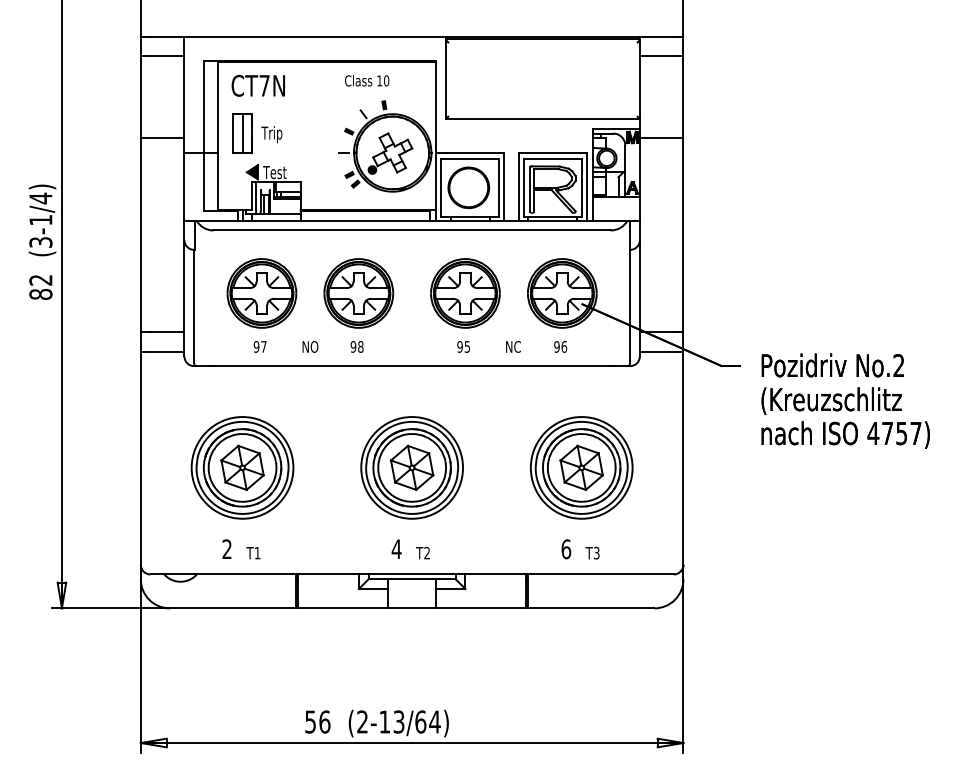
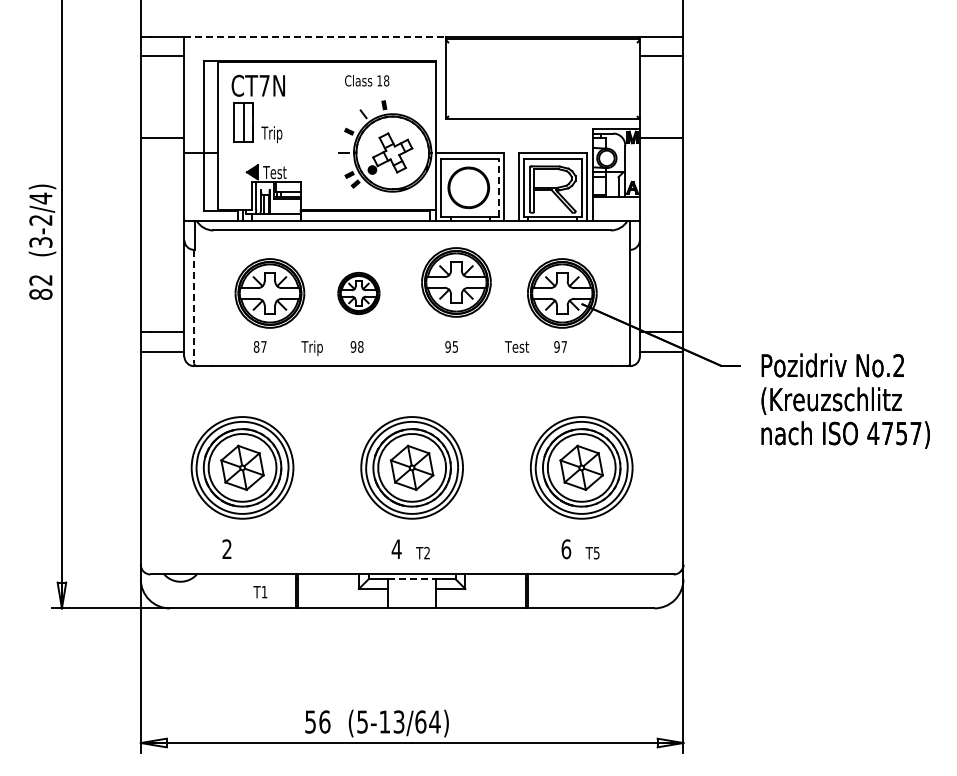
line at (315, 36): solid -> dashed
text at (386, 80): 10 -> 18
part at (242, 133) position: (242, 133) -> (243, 122)
line at (499, 187): solid -> dashed
text at (40, 220): (3-1/4) -> (3-2/4)
part at (261, 293) position: (261, 293) -> (269, 293)
part at (358, 293) size: 72x71 px -> 44x43 px
part at (465, 293) position: (465, 293) -> (456, 282)
line at (194, 306): solid -> dashed
text at (256, 346): 97 -> 87
text at (463, 346) position: (463, 346) -> (451, 346)
text at (517, 346): NC -> Test
text at (564, 346): 96 -> 97
text at (311, 347): NO -> Trip
text at (596, 552): T3 -> T5
text at (253, 553) position: (253, 553) -> (260, 592)
line at (412, 579): solid -> dashed
text at (362, 721): (2-13/64) -> (5-13/64)
